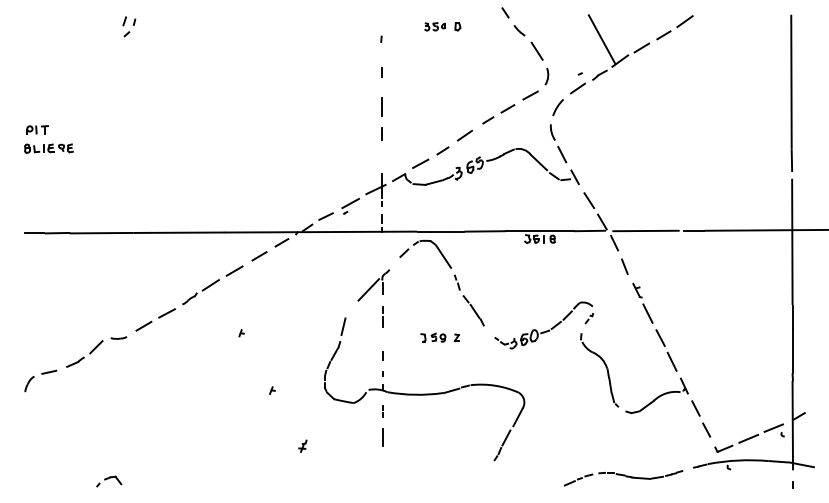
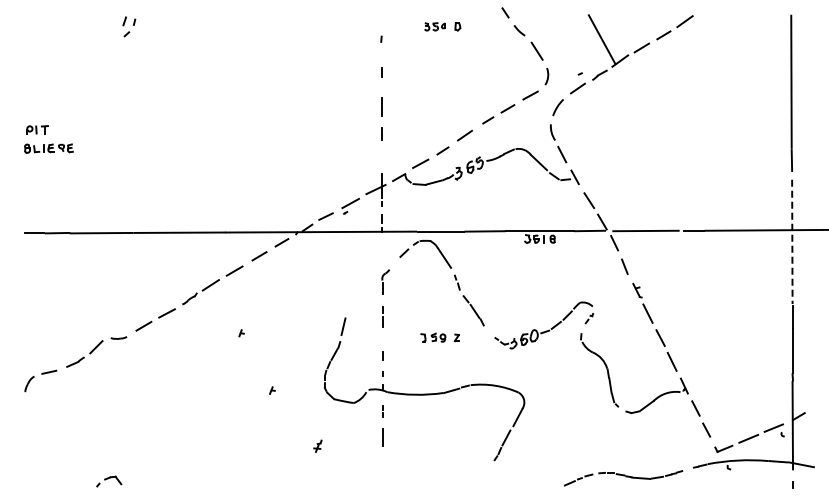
line at (792, 242): solid -> dashed
line at (368, 289): present -> none
part at (302, 445) position: (302, 445) -> (317, 445)
